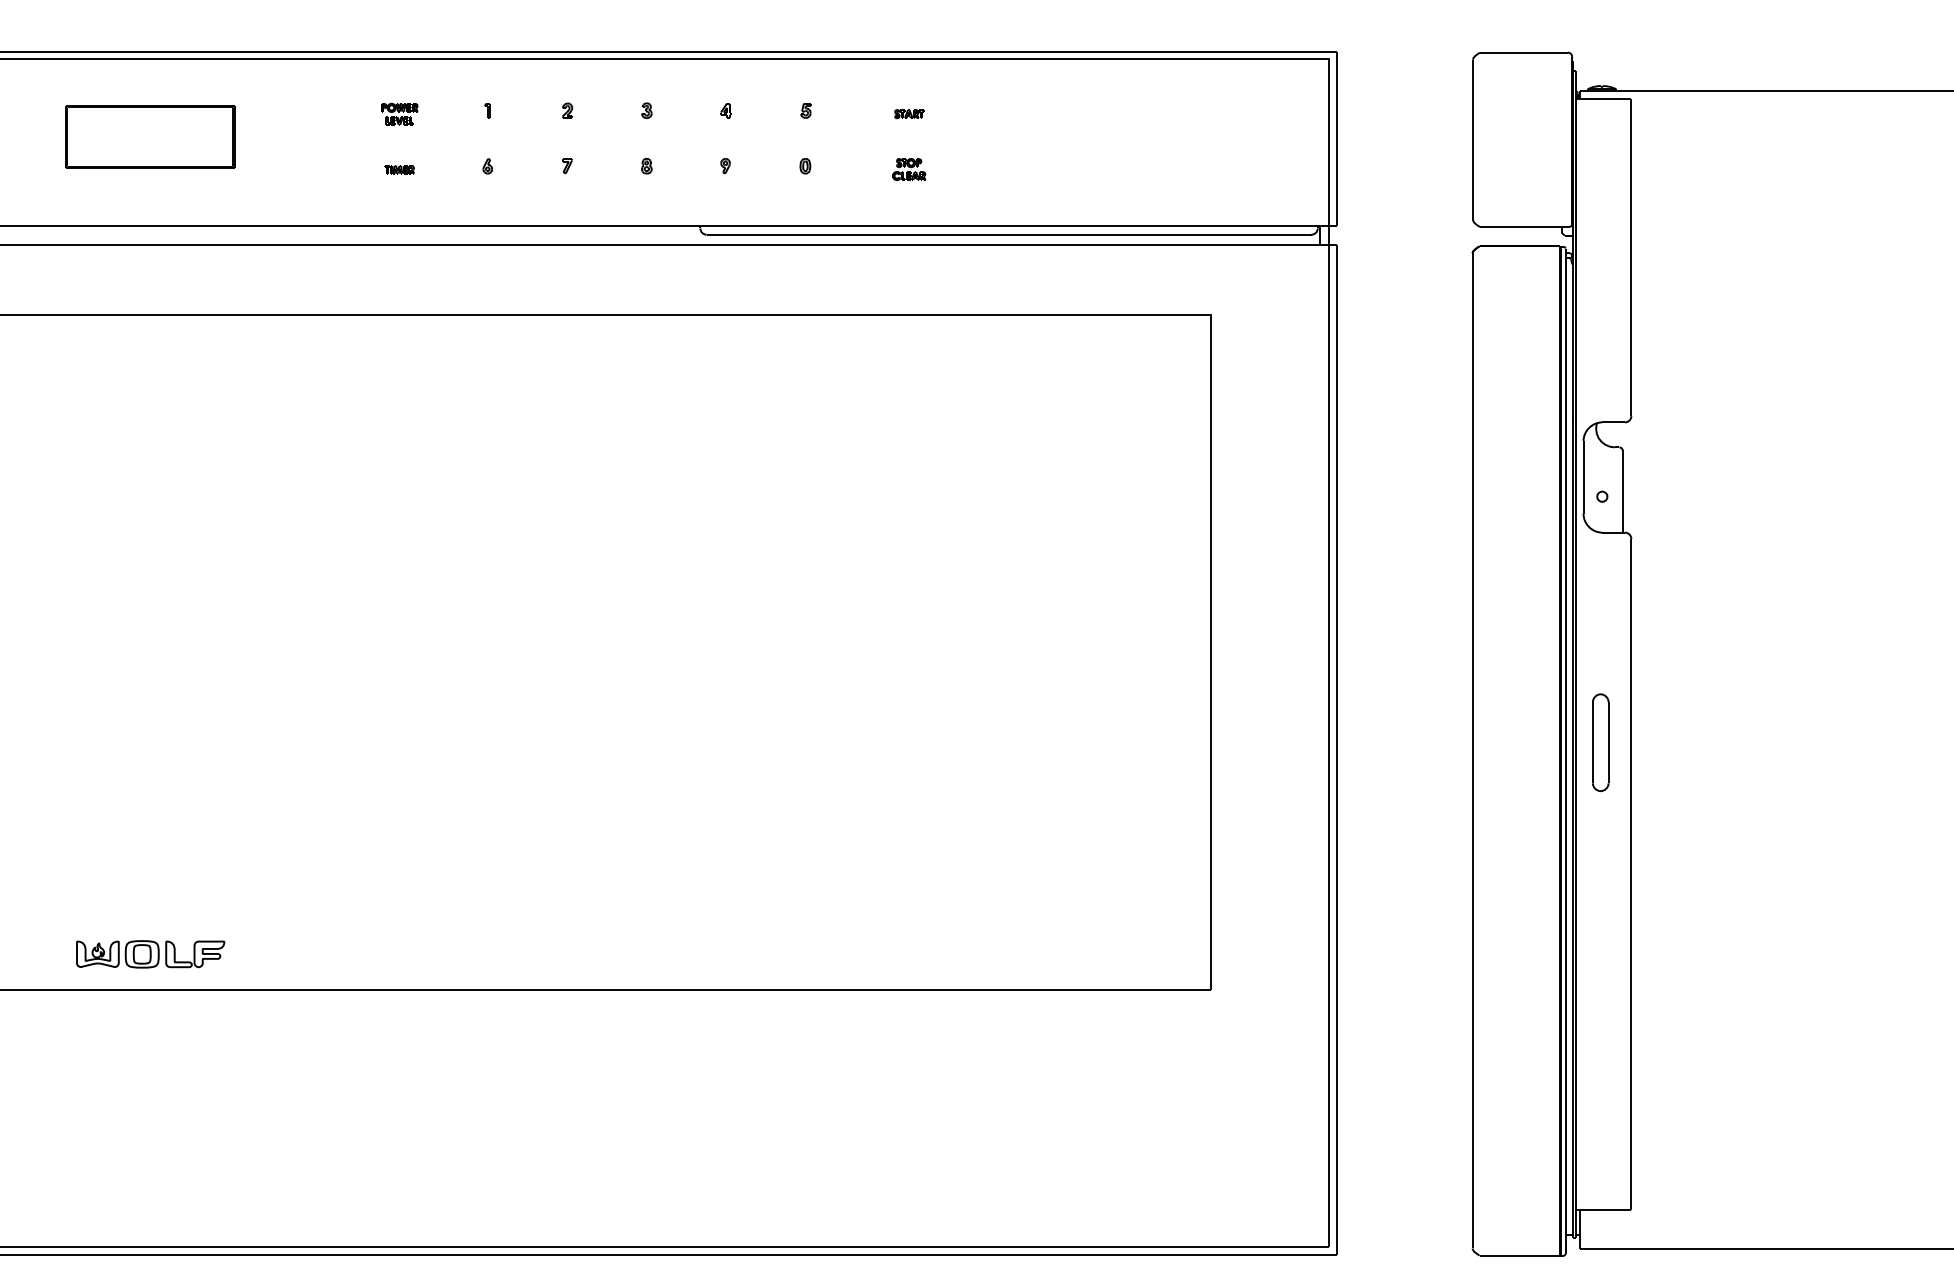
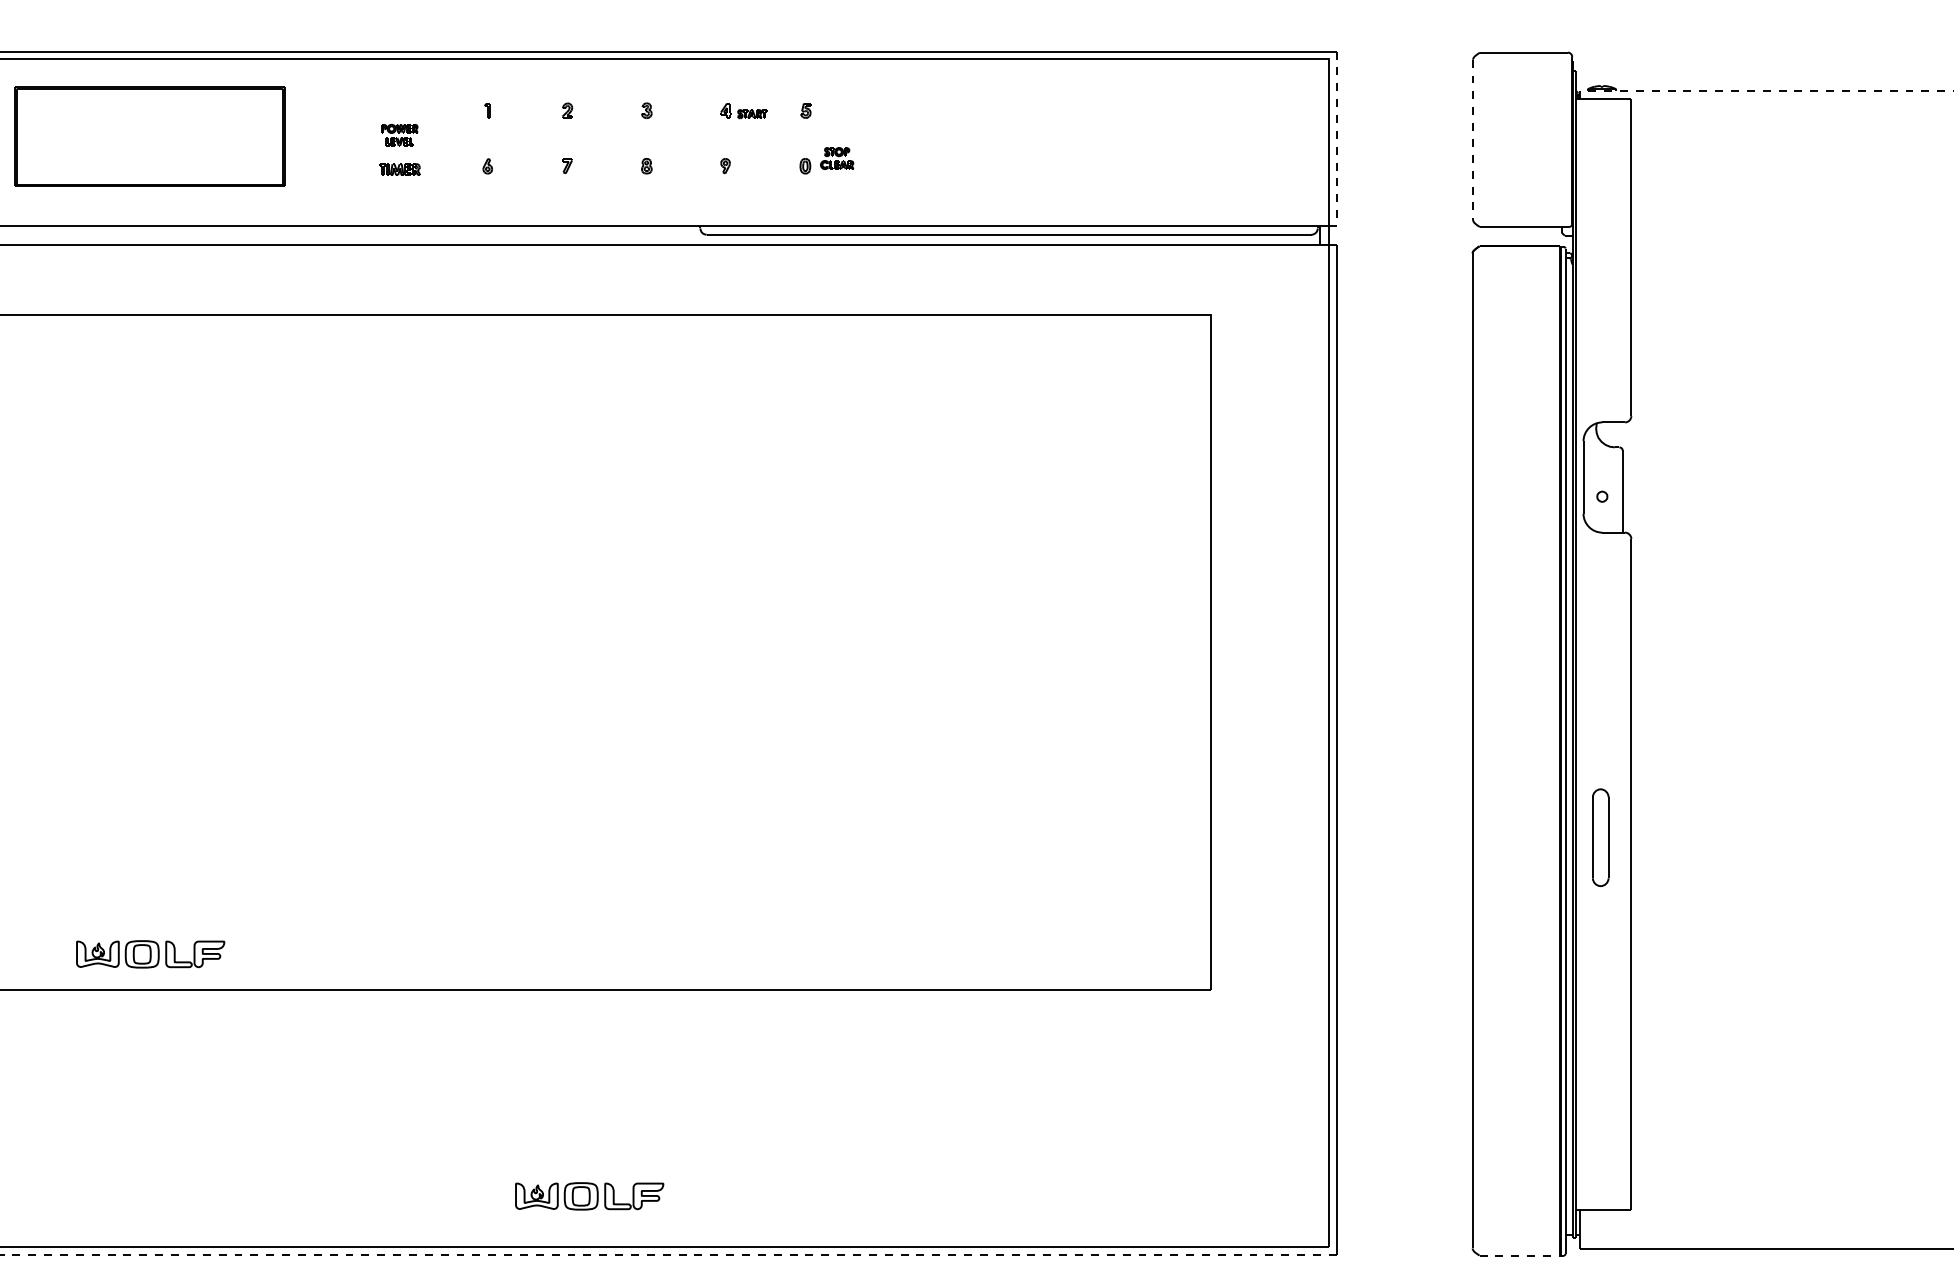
line at (1766, 90): solid -> dashed
part at (399, 113) position: (399, 113) -> (399, 134)
part at (909, 114) position: (909, 114) -> (752, 114)
part at (150, 136) size: 171x64 px -> 272x101 px
line at (1336, 139): solid -> dashed
line at (1472, 140): solid -> dashed
part at (399, 169) size: 31x10 px -> 42x13 px
part at (909, 169) position: (909, 169) -> (837, 158)
part at (1600, 742) position: (1600, 742) -> (1600, 837)
part at (589, 1196): none -> present
line at (668, 1254): solid -> dashed
line at (1522, 1255): solid -> dashed
